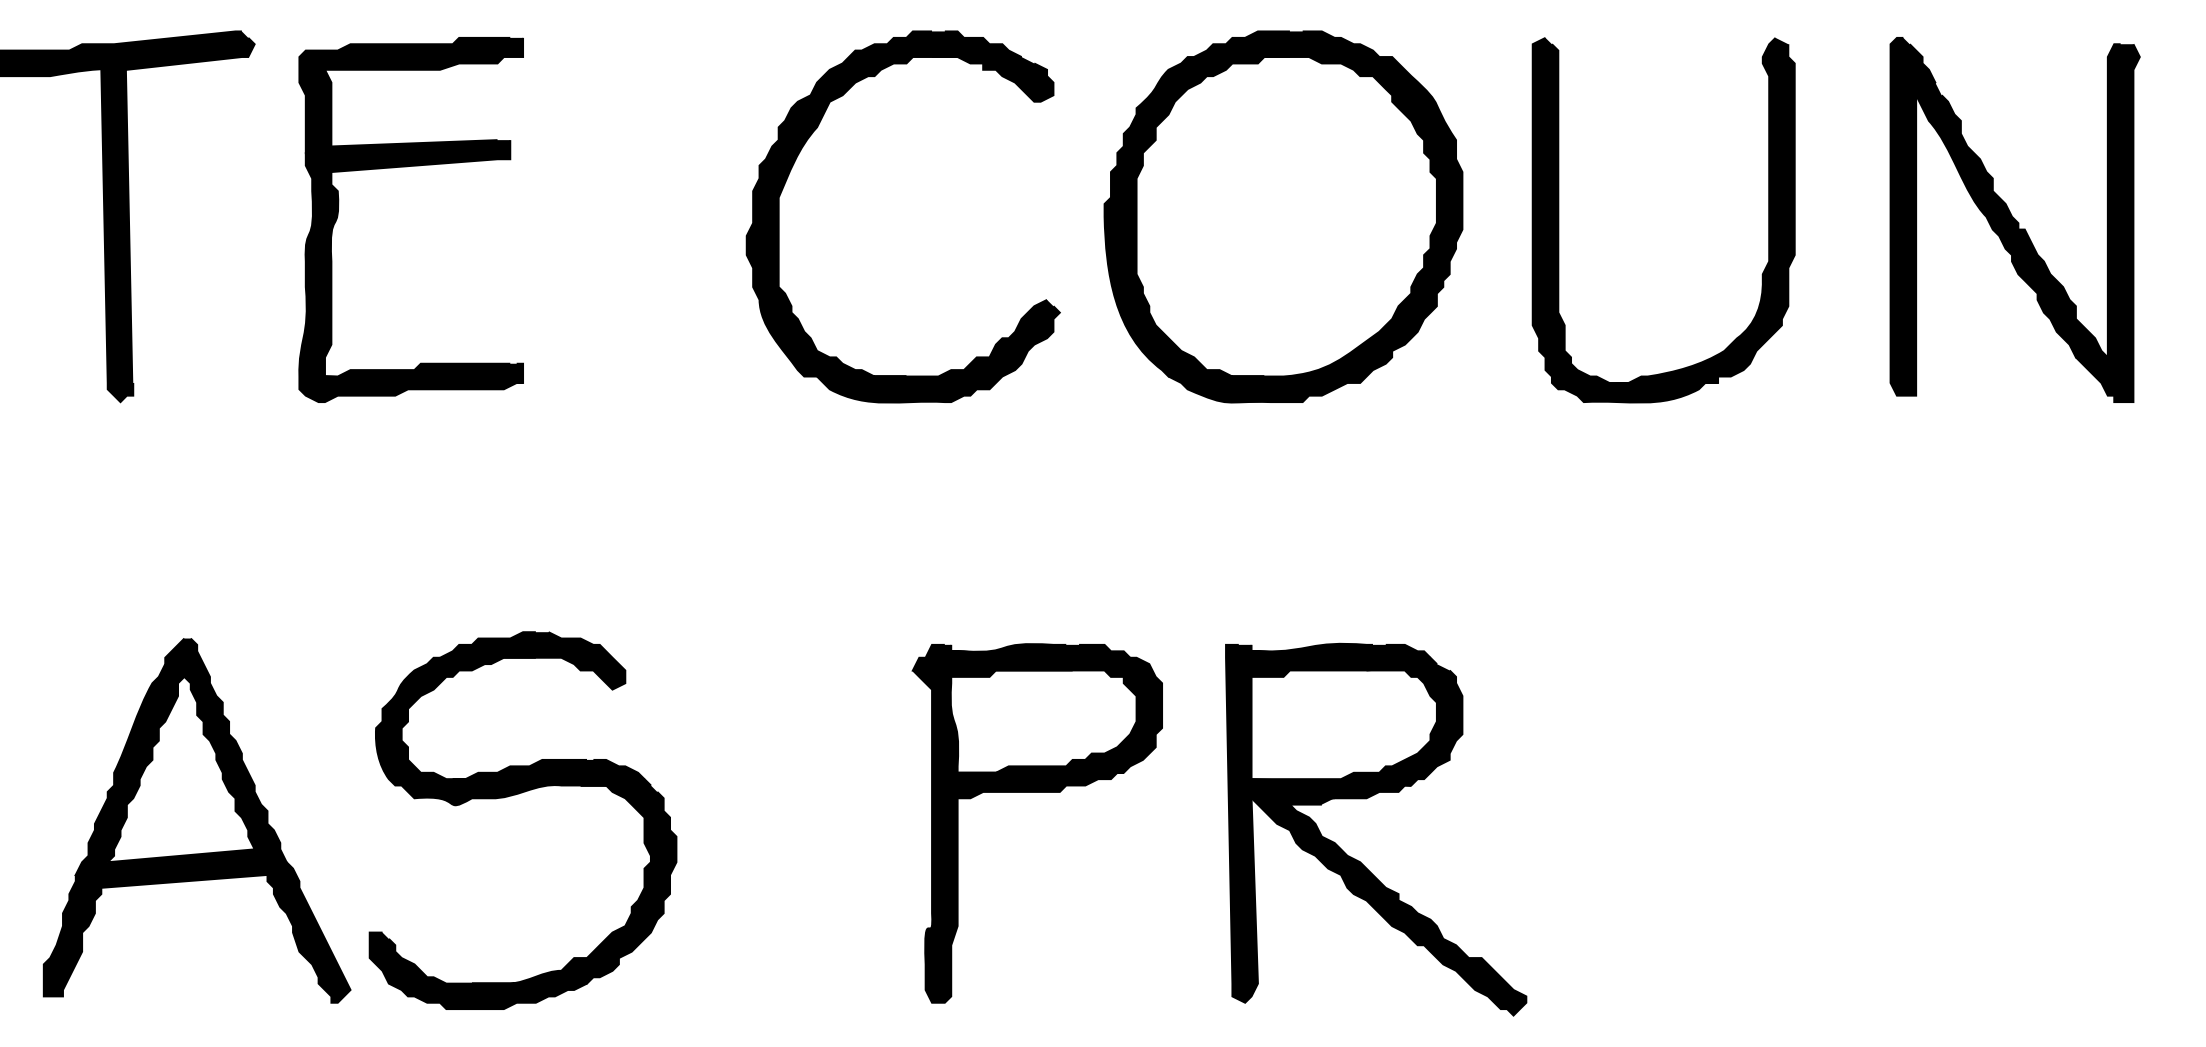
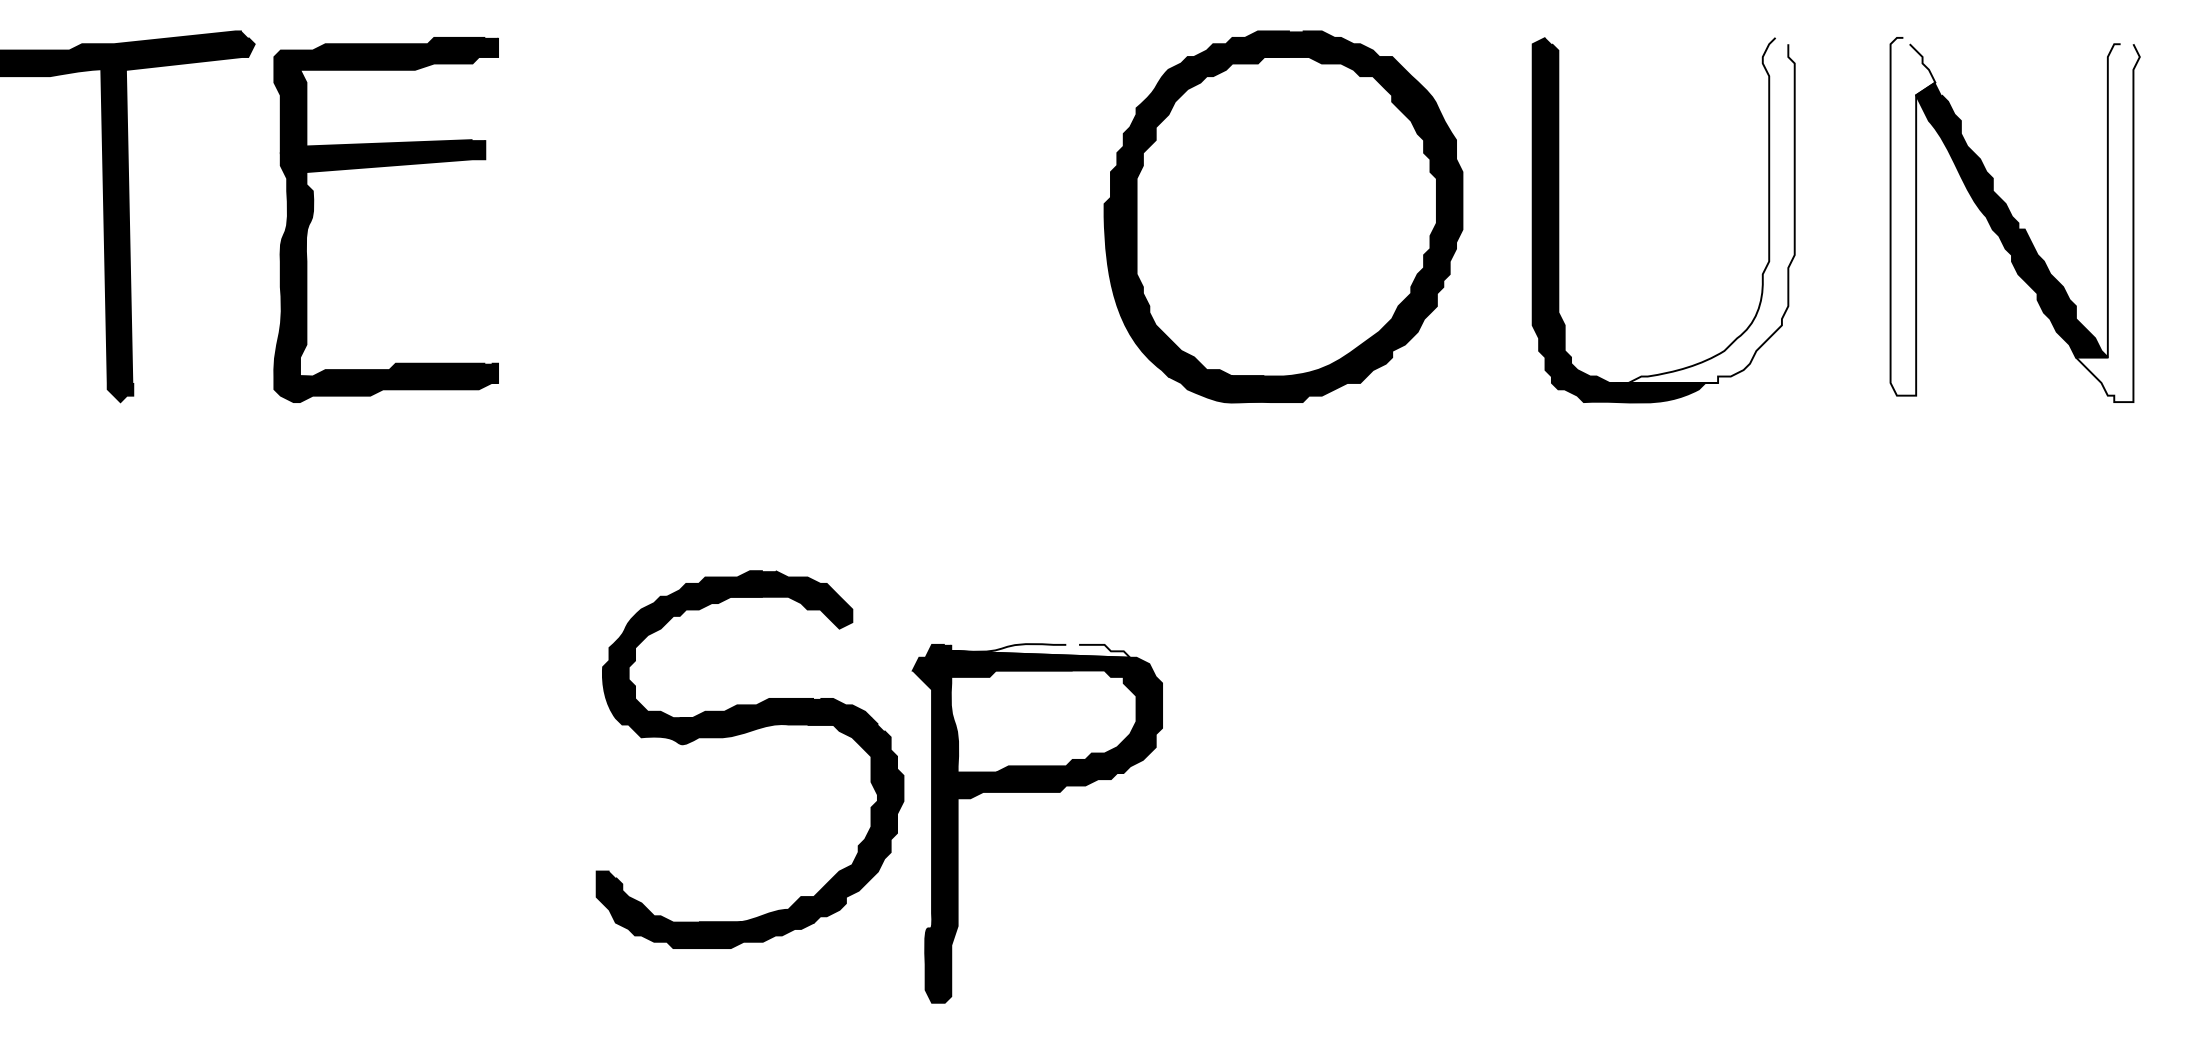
part at (795, 162): present -> none
part at (407, 167) position: (407, 167) -> (382, 167)
fill at (1704, 209): present -> none
fill at (1912, 216): present -> none
fill at (2107, 223): present -> none
fill at (1040, 650): present -> none
part at (515, 795) position: (515, 795) -> (742, 734)
part at (1366, 799): present -> none
part at (196, 820): present -> none
